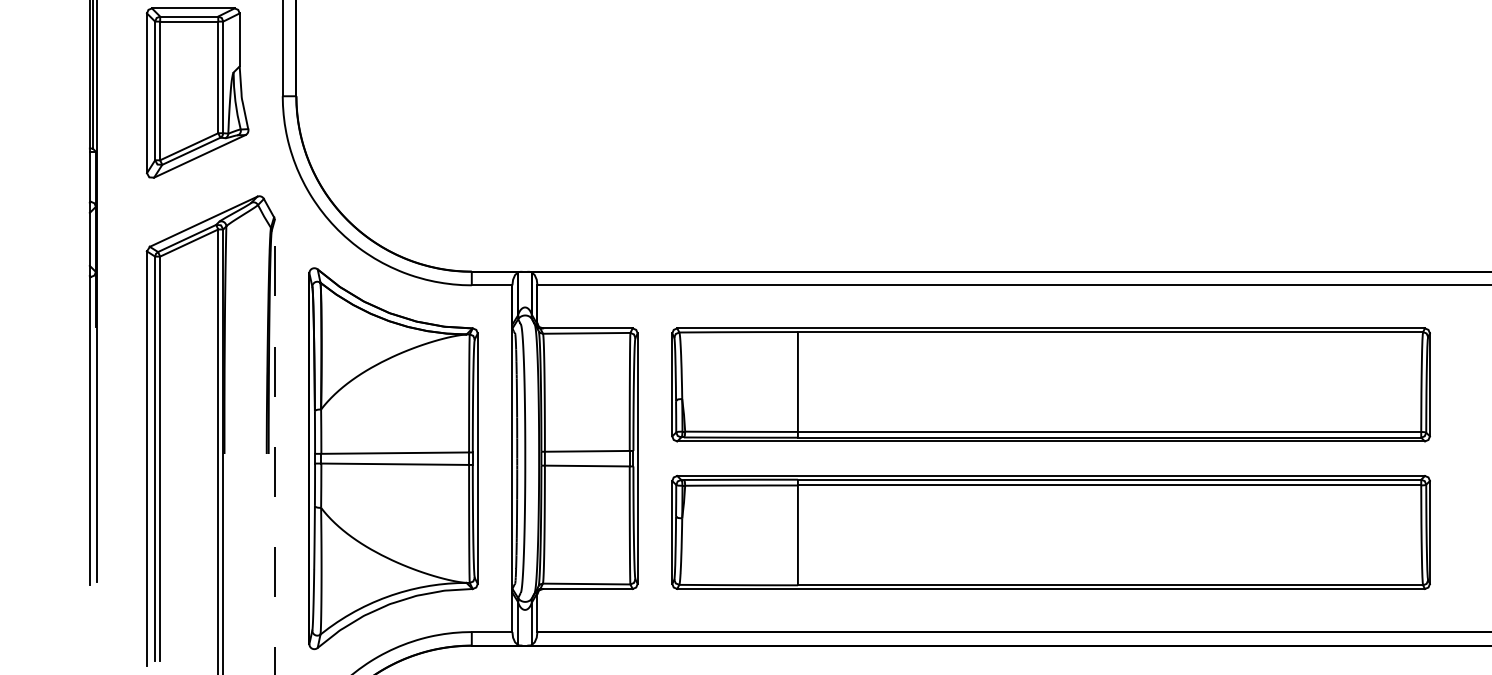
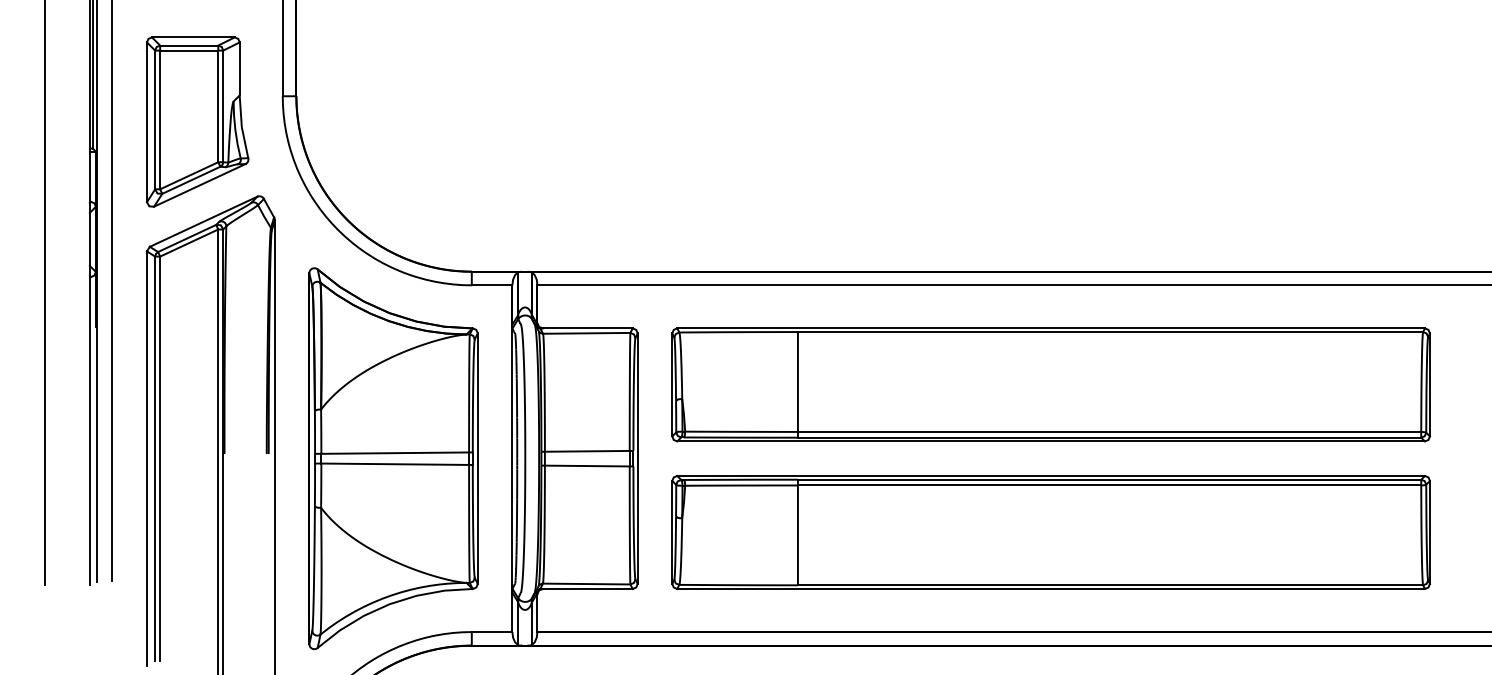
part at (197, 92) position: (197, 92) -> (197, 121)
line at (111, 291): none -> present
line at (44, 293): none -> present
line at (274, 446): dashed -> solid
